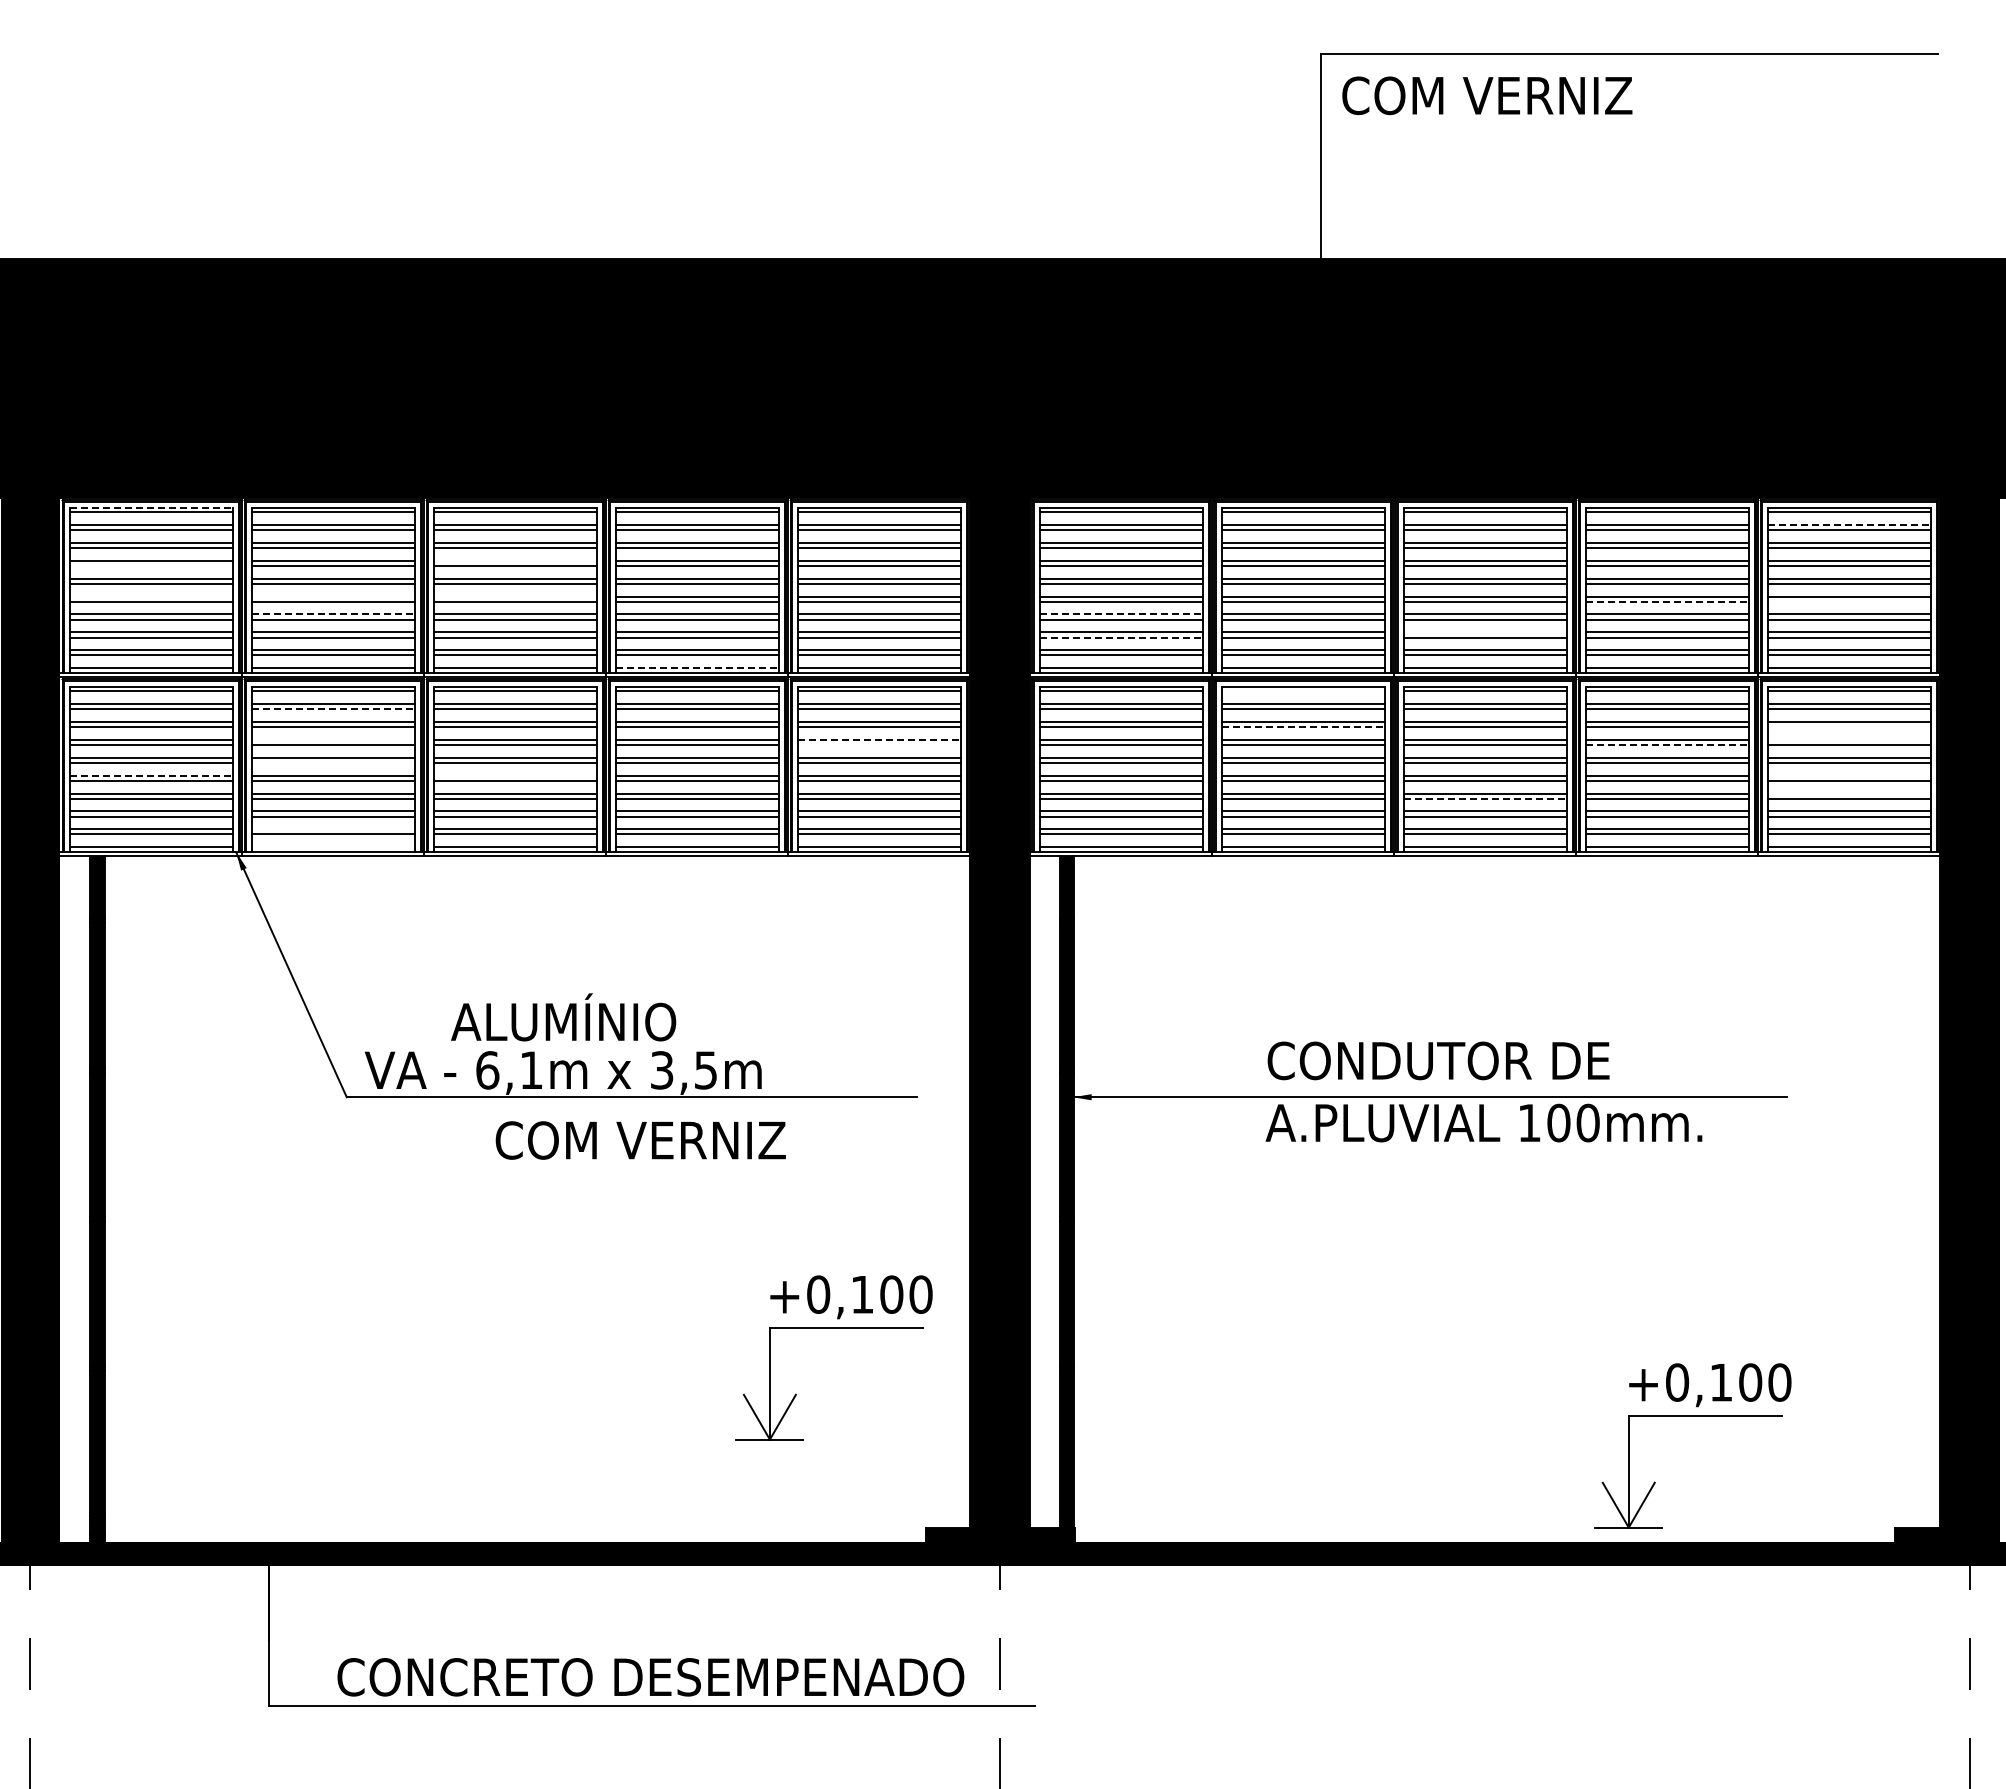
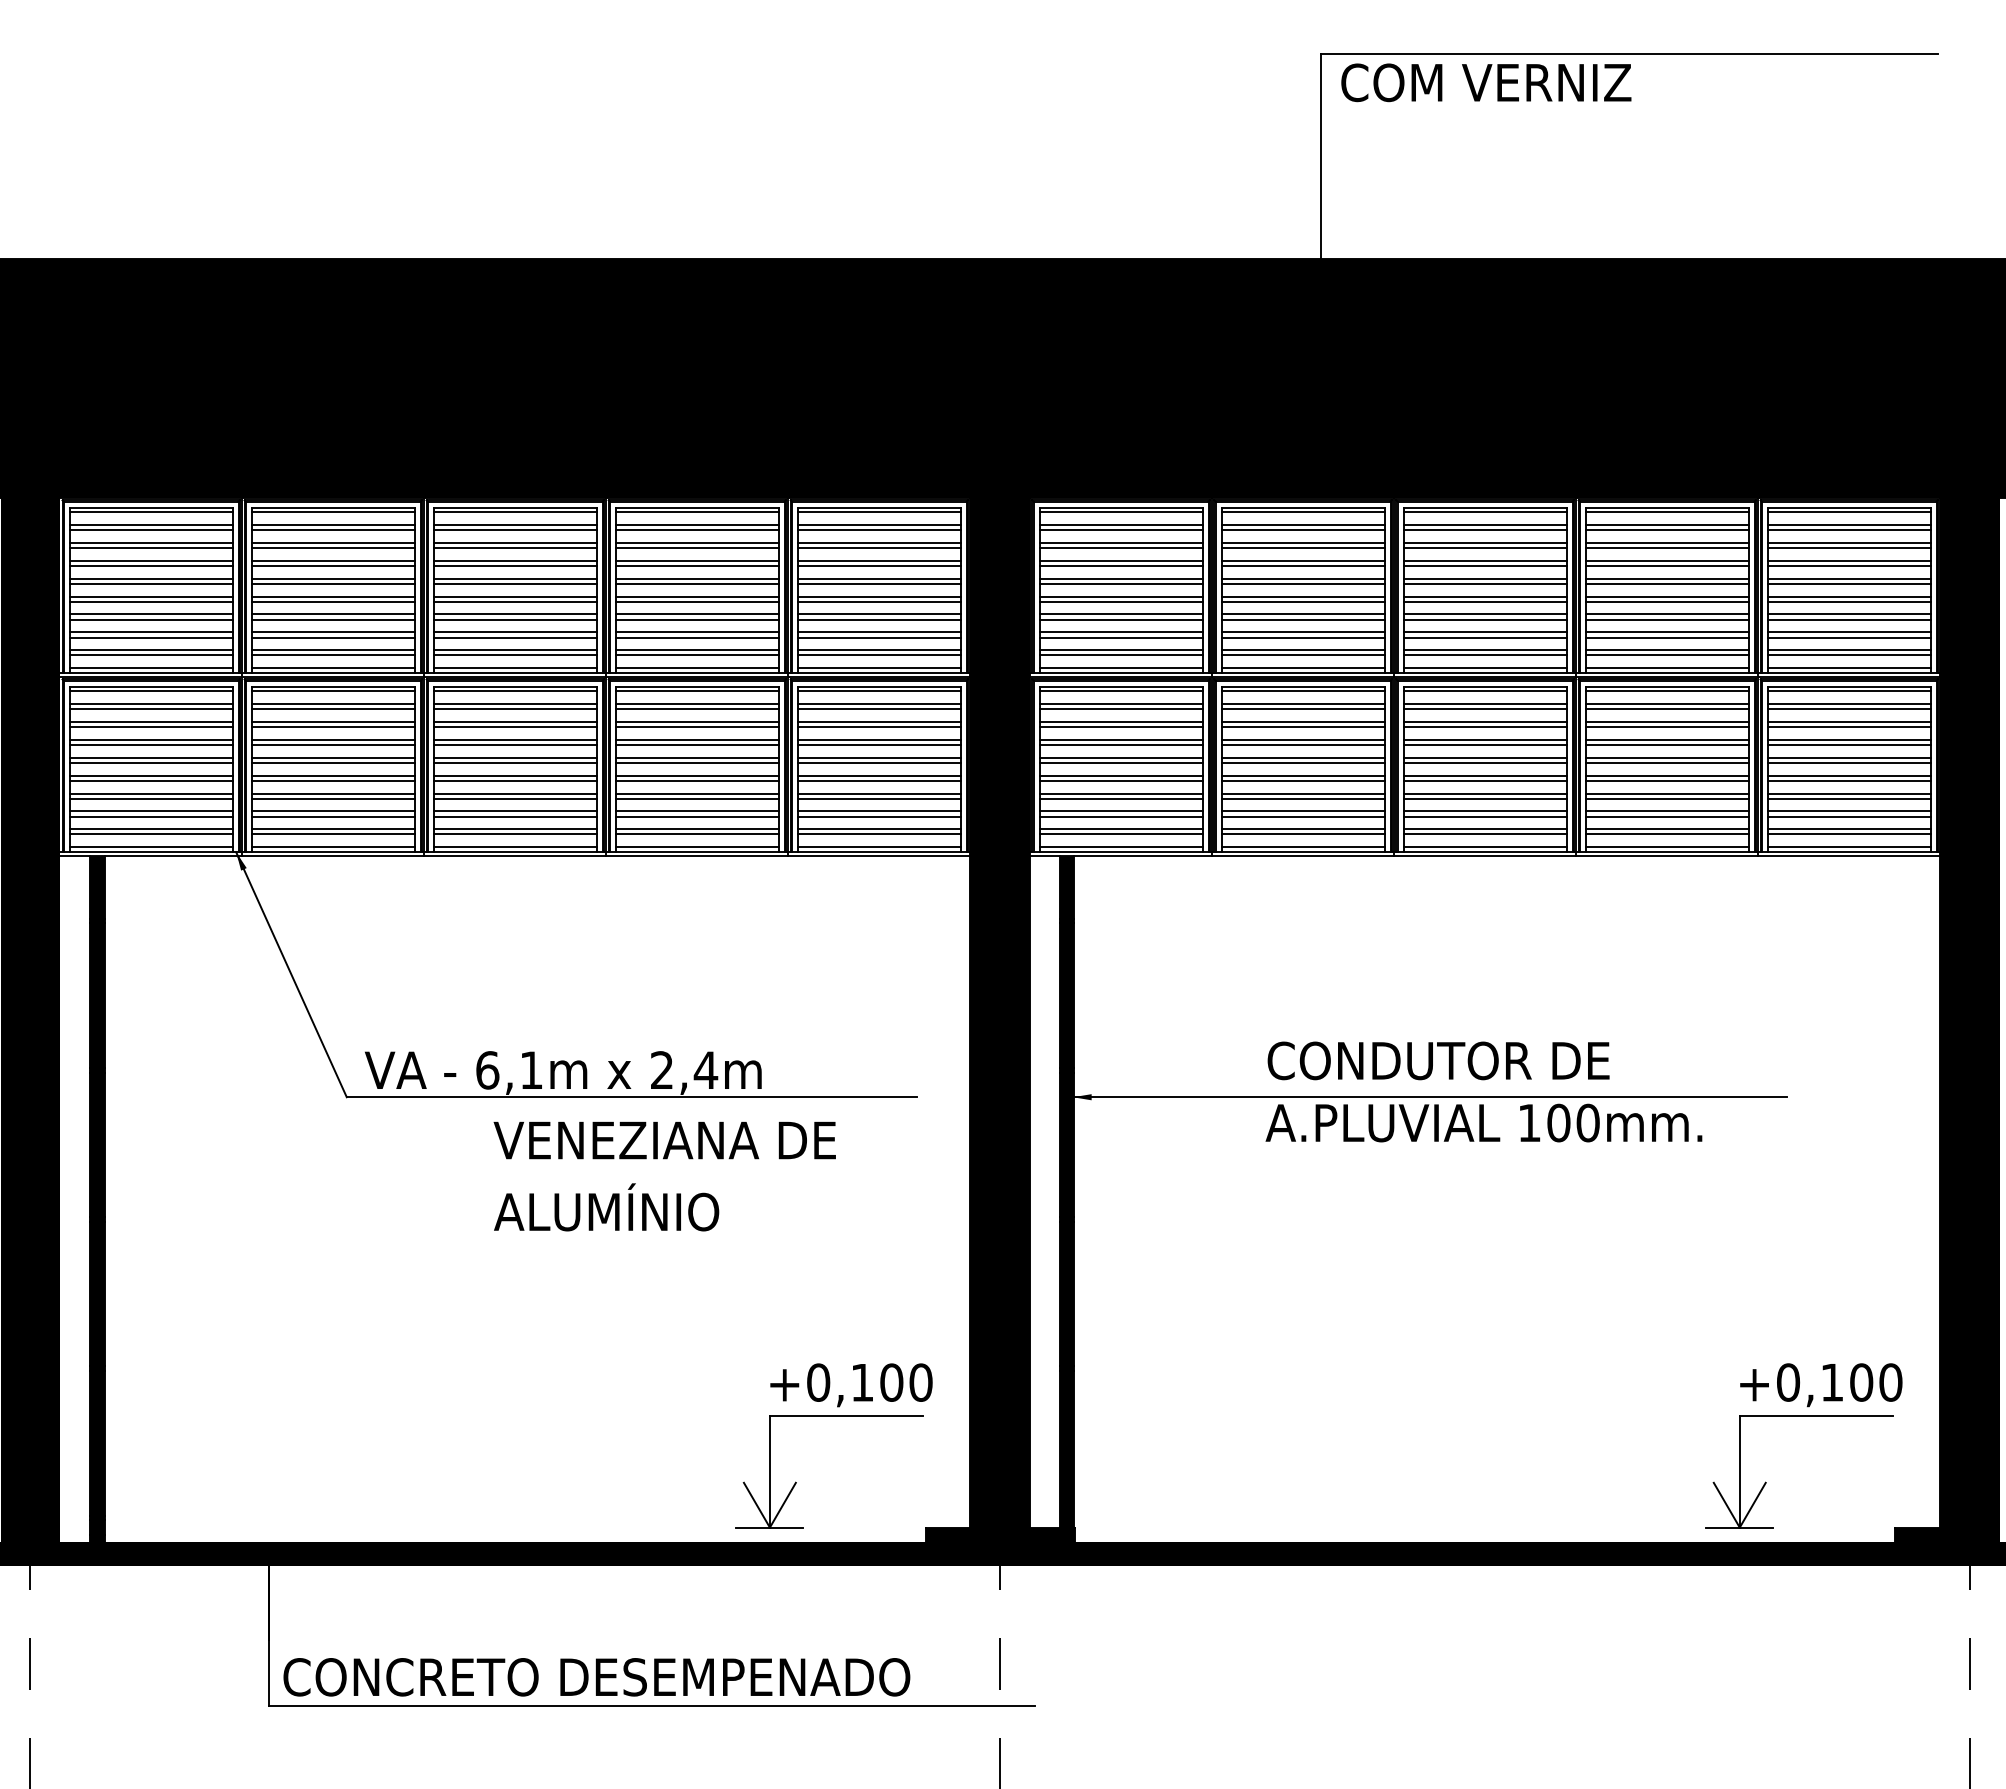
text at (1487, 95) position: (1487, 95) -> (1486, 82)
line at (151, 507): dashed -> solid
line at (1849, 524): dashed -> solid
line at (514, 560): none -> present
line at (150, 565): none -> present
line at (150, 596): none -> present
line at (332, 596): none -> present
line at (514, 596): none -> present
line at (1667, 601): dashed -> solid
line at (1848, 601): none -> present
line at (333, 614): dashed -> solid
line at (1121, 614): dashed -> solid
line at (1484, 632): none -> present
line at (1121, 637): dashed -> solid
line at (697, 668): dashed -> solid
line at (1302, 691): none -> present
line at (333, 709): dashed -> solid
line at (1303, 727): dashed -> solid
line at (1848, 727): none -> present
line at (332, 739): none -> present
line at (879, 739): dashed -> solid
line at (1848, 739): none -> present
line at (878, 744): none -> present
line at (1667, 744): dashed -> solid
line at (332, 762): none -> present
line at (151, 775): dashed -> solid
line at (514, 775): none -> present
line at (1848, 775): none -> present
line at (1848, 793): none -> present
line at (1485, 798): dashed -> solid
line at (332, 829): none -> present
line at (332, 847): none -> present
text at (563, 1017) position: (563, 1017) -> (606, 1207)
text at (684, 1070): 3,5m -> 2,4m
text at (664, 1140): COM VERNIZ -> VENEZIANA DE
part at (833, 1328) position: (833, 1328) -> (833, 1416)
part at (1692, 1416) position: (1692, 1416) -> (1803, 1416)
text at (650, 1677) position: (650, 1677) -> (596, 1677)
